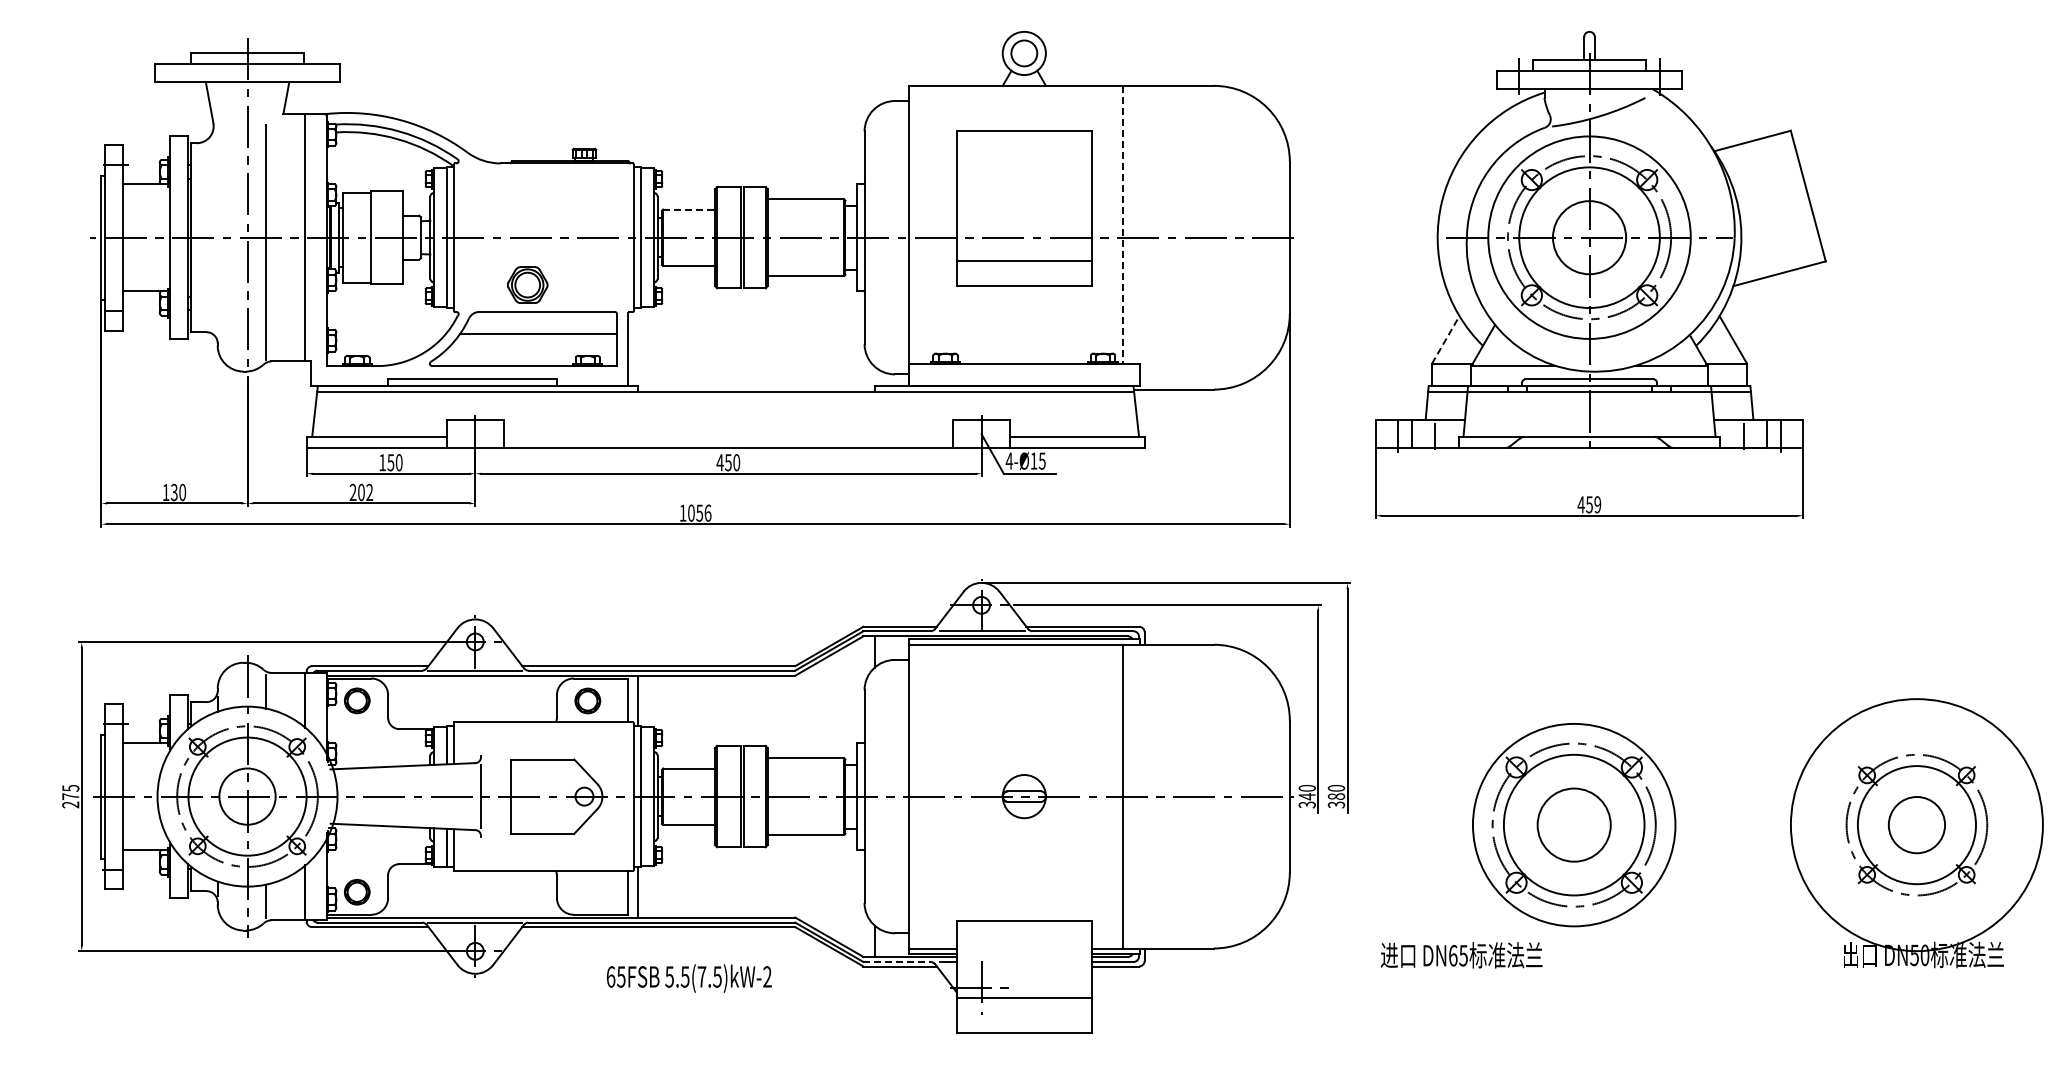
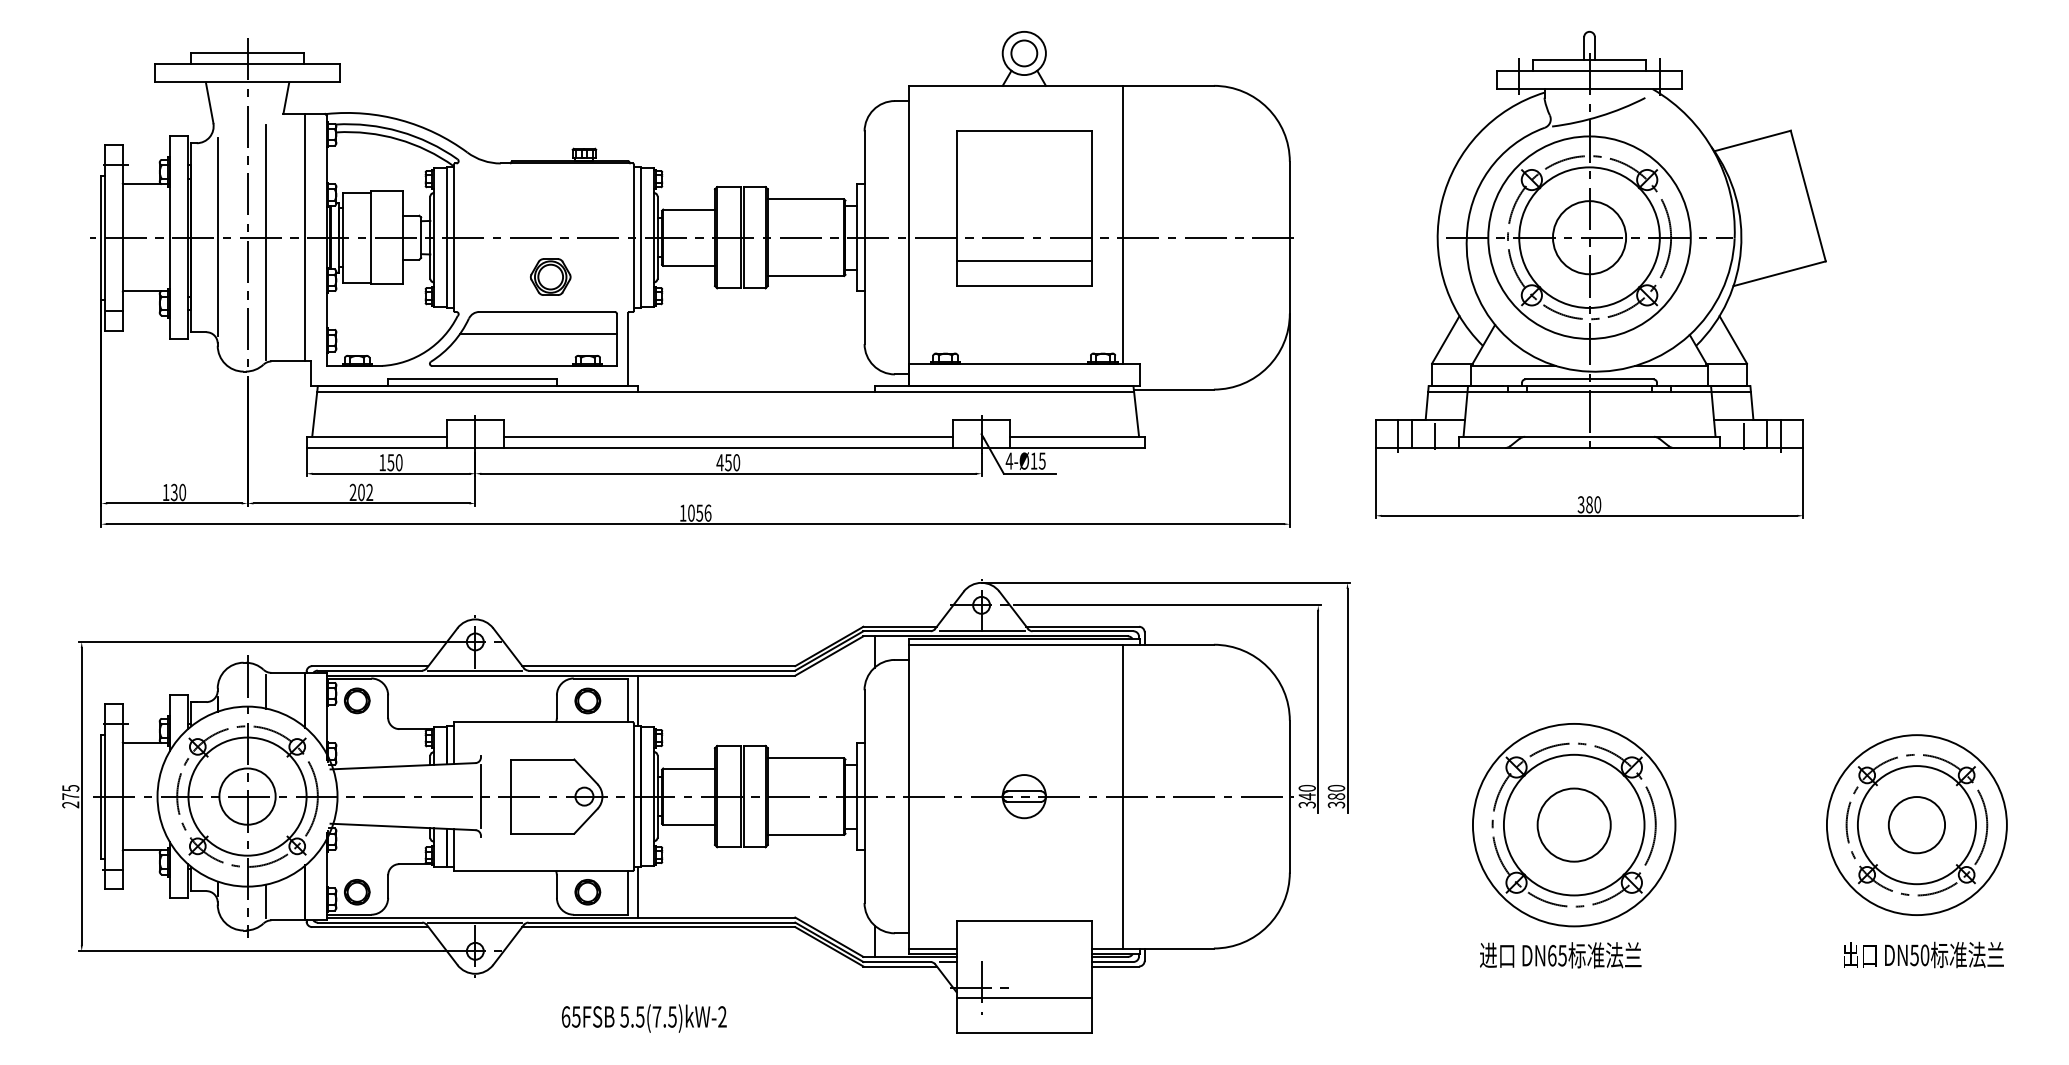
line at (689, 209): dashed -> solid
line at (1123, 224): dashed -> solid
line at (217, 237): none -> present
part at (527, 284) position: (527, 284) -> (550, 276)
line at (1446, 339): dashed -> solid
line at (728, 436): none -> present
text at (1589, 504): 459 -> 380
circle at (1916, 825) diameter: 252 px -> 180 px
part at (587, 892): none -> present
text at (1461, 955) position: (1461, 955) -> (1560, 955)
line at (897, 962): dashed -> solid
text at (689, 978) position: (689, 978) -> (644, 1018)
